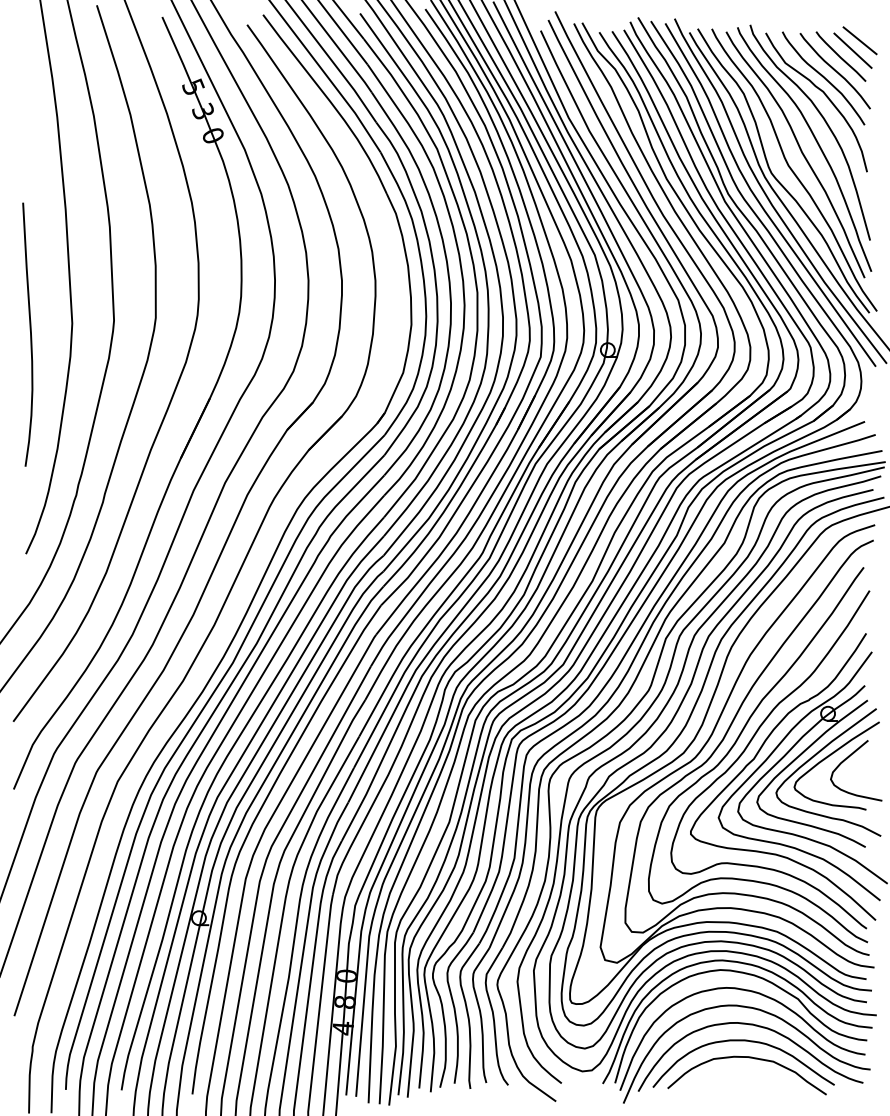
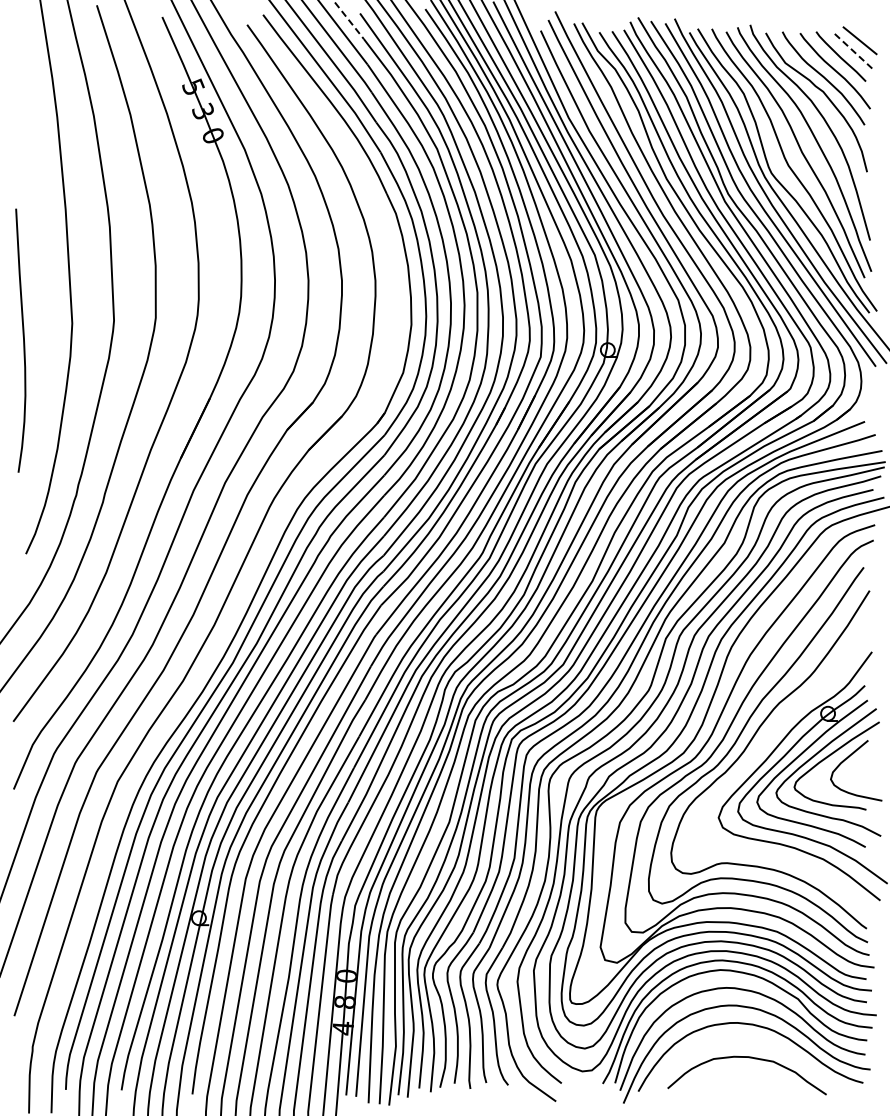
line at (348, 19): solid -> dashed
line at (852, 50): solid -> dashed
curve at (30, 334) position: (30, 334) -> (23, 340)
curve at (755, 758): present -> none
curve at (743, 1041): present -> none
